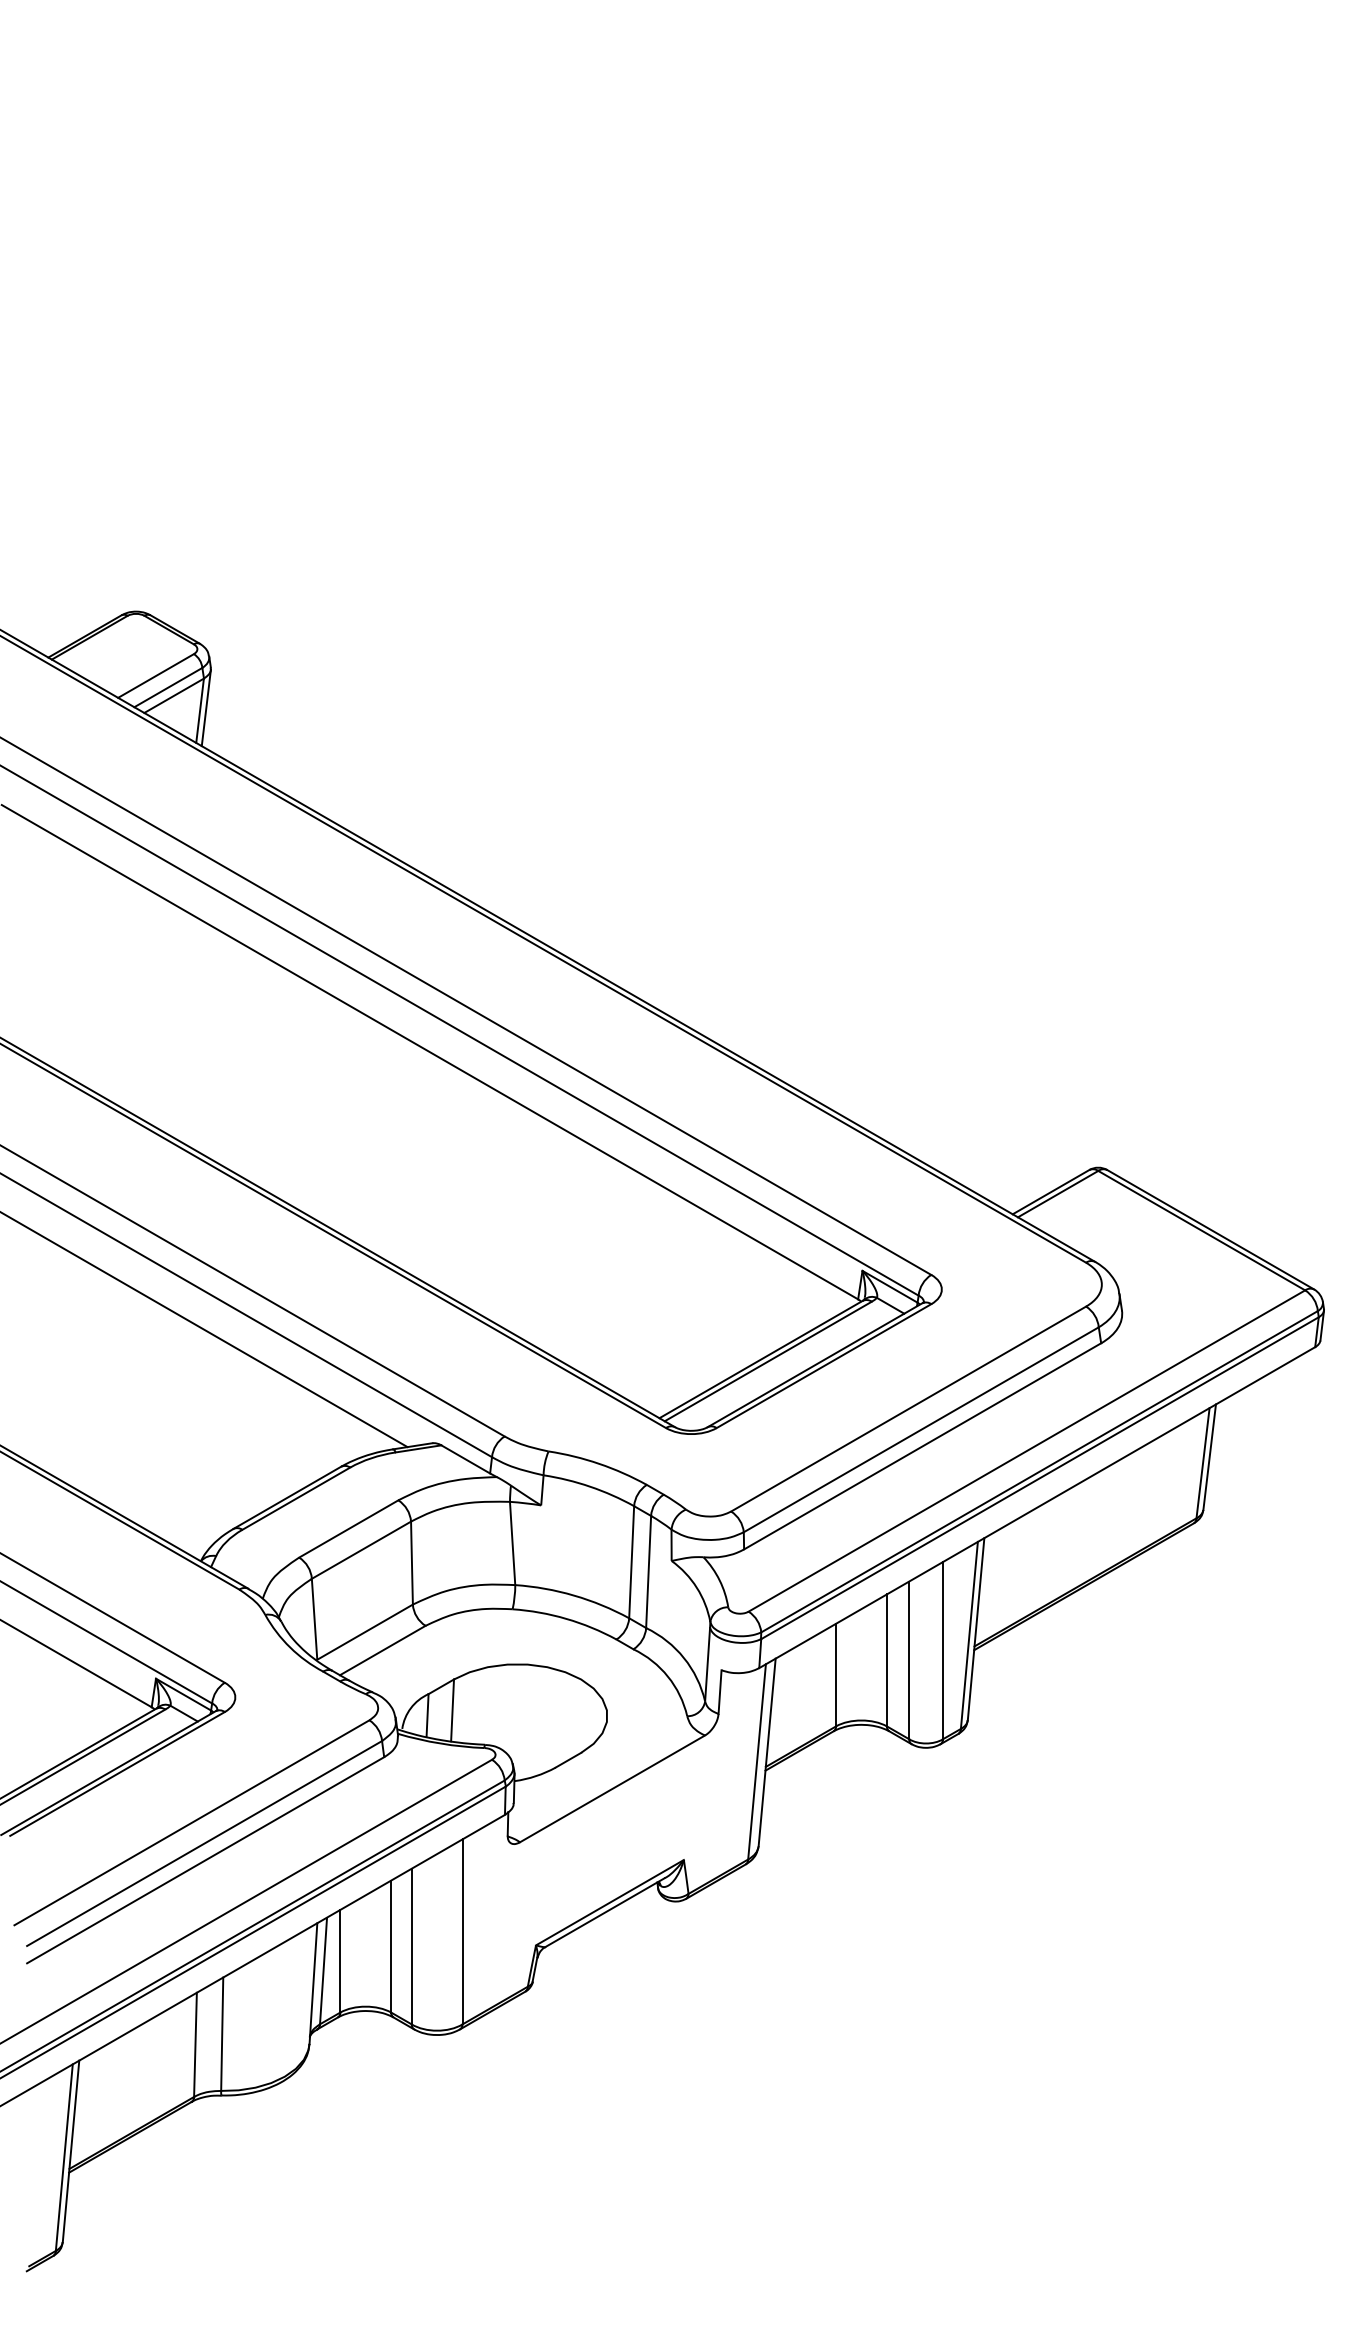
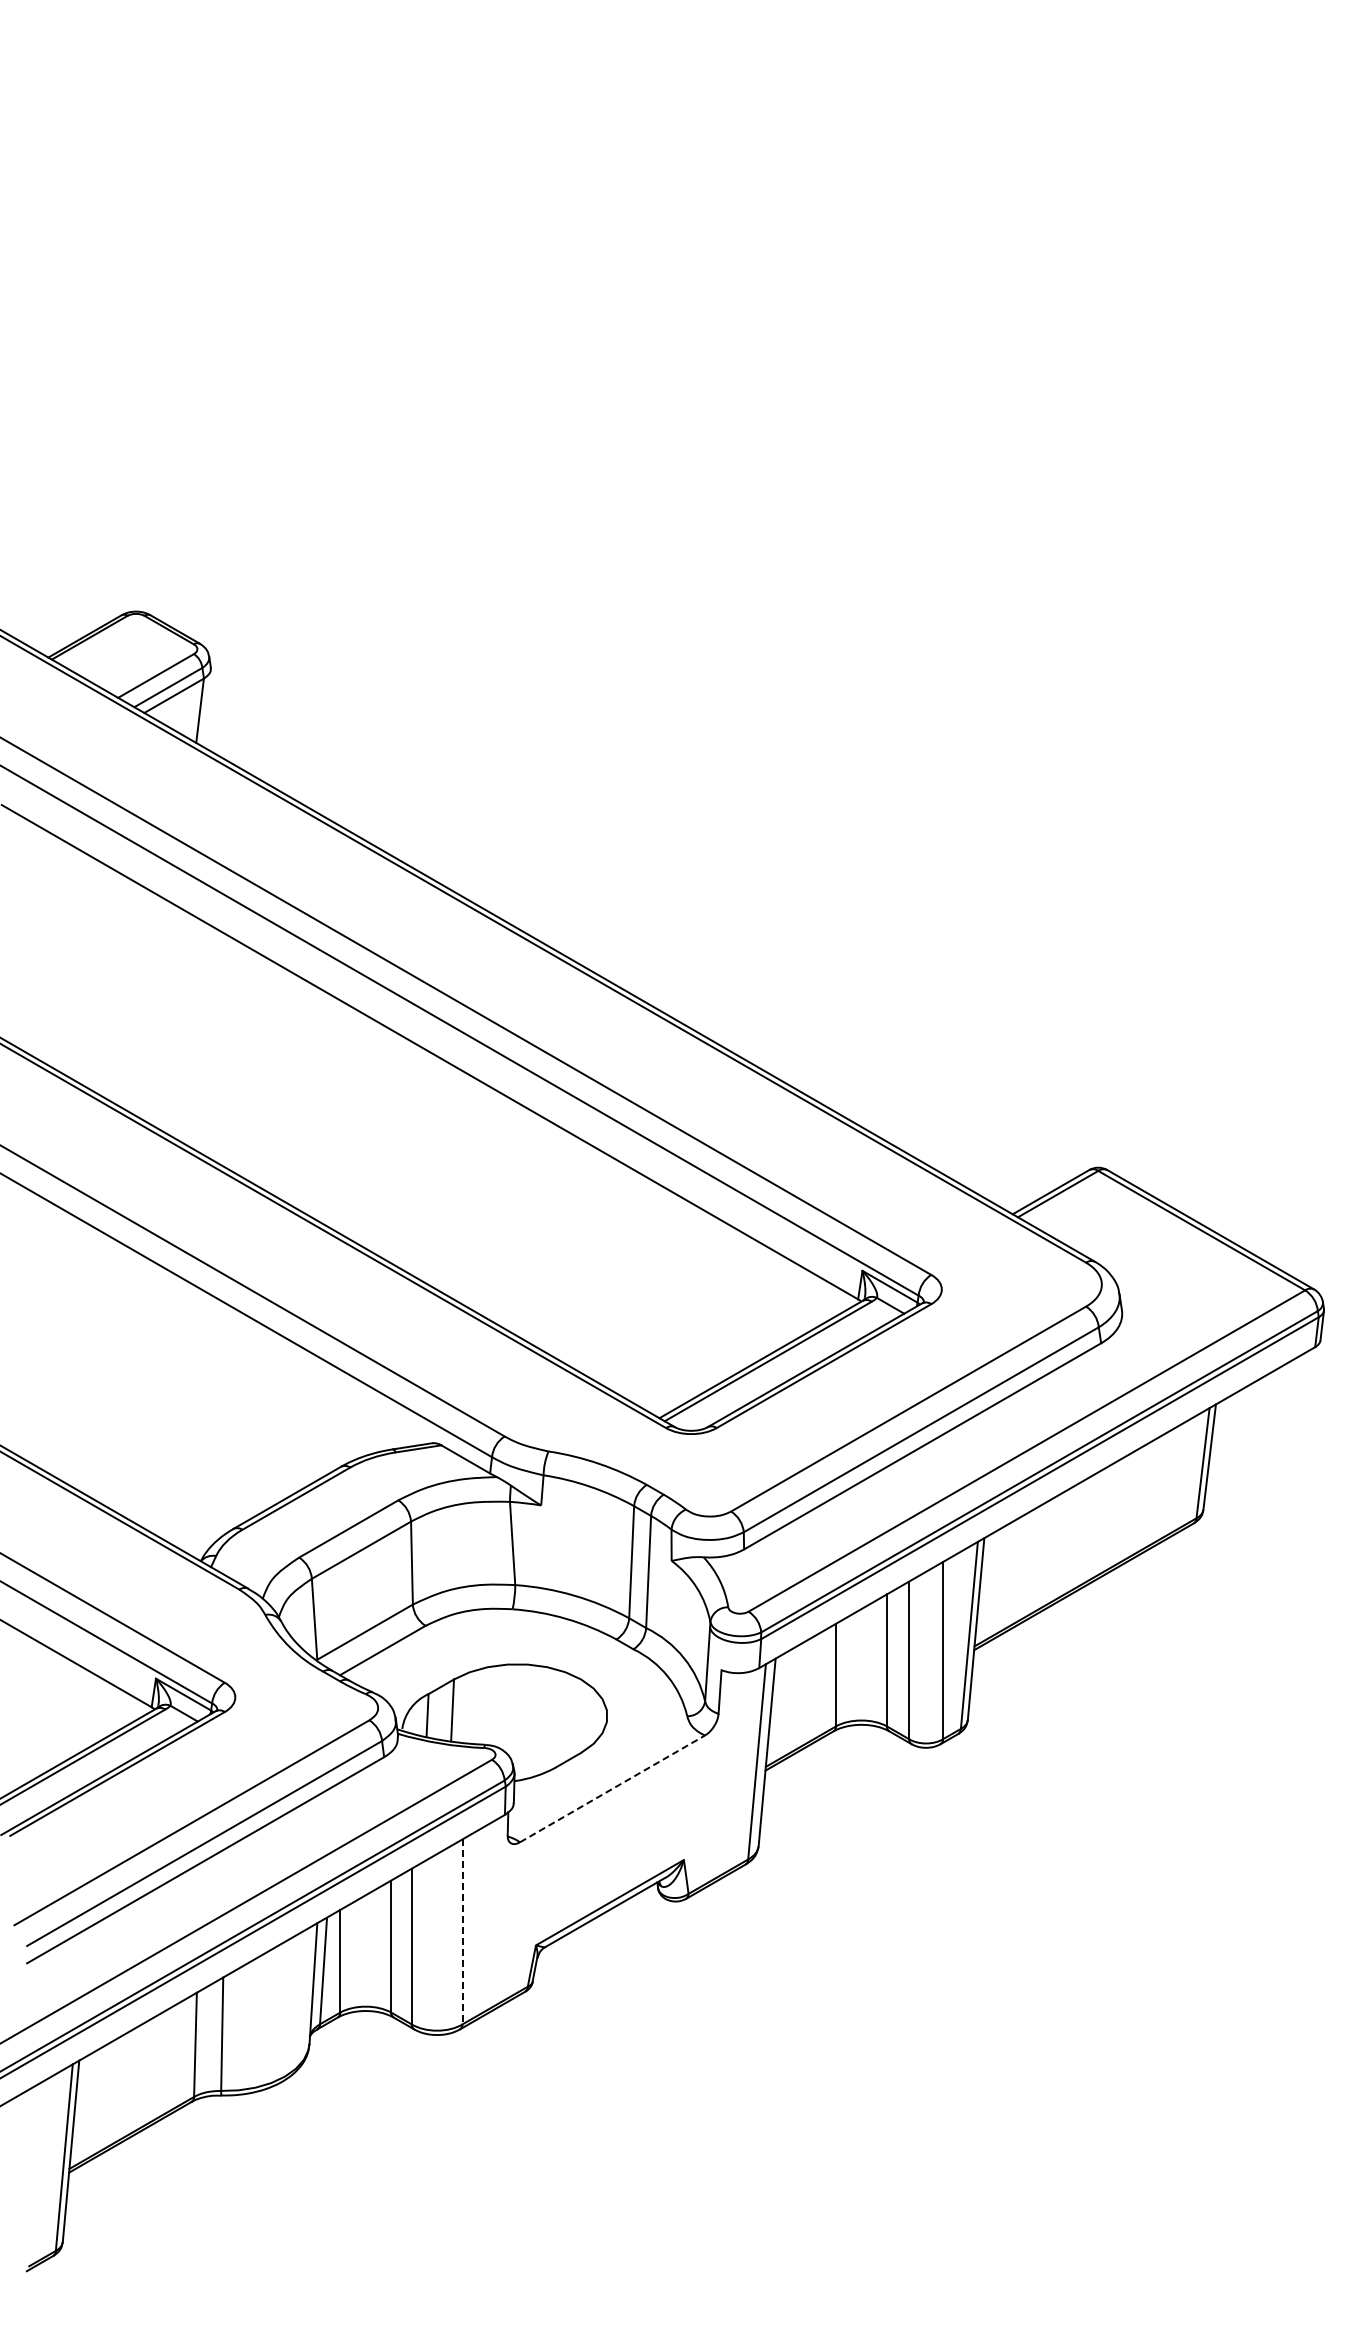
line at (205, 707): present -> none
line at (204, 1330): present -> none
line at (612, 1788): solid -> dashed
line at (462, 1932): solid -> dashed
